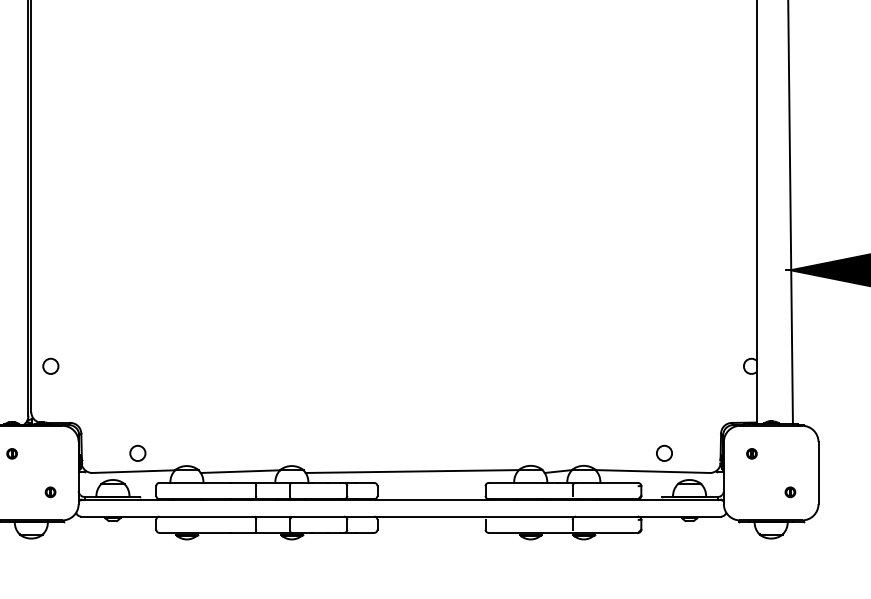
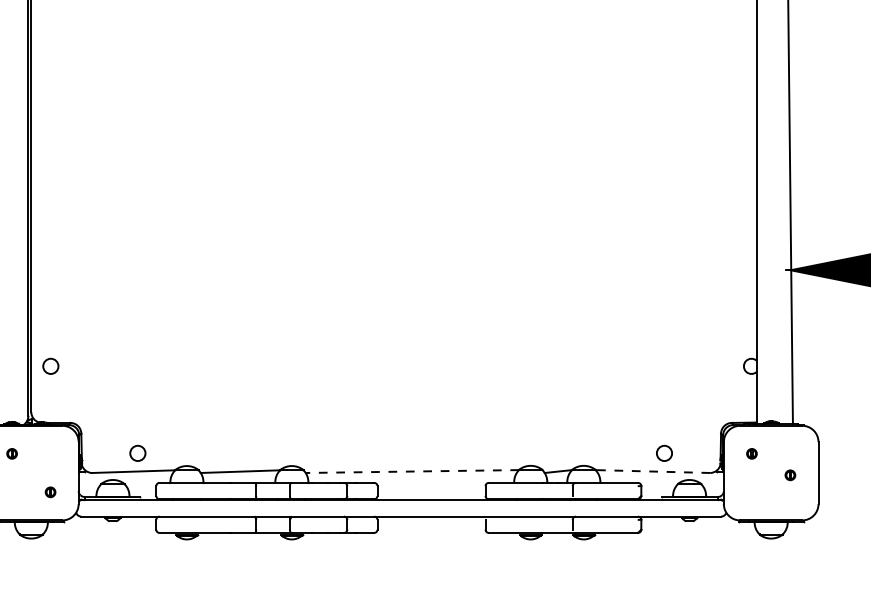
line at (412, 471): solid -> dashed
line at (652, 471): solid -> dashed
part at (790, 492) position: (790, 492) -> (790, 475)
